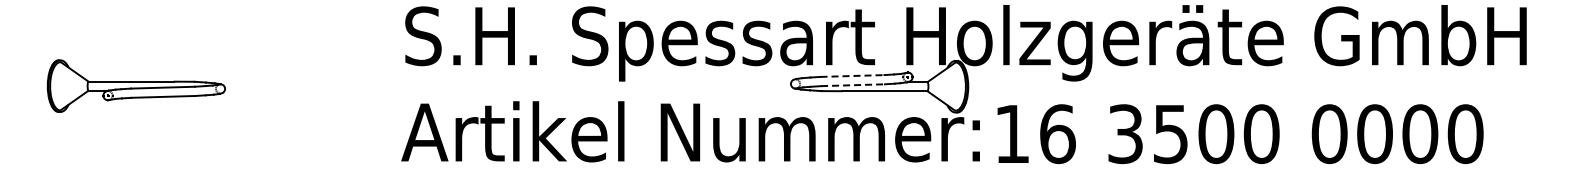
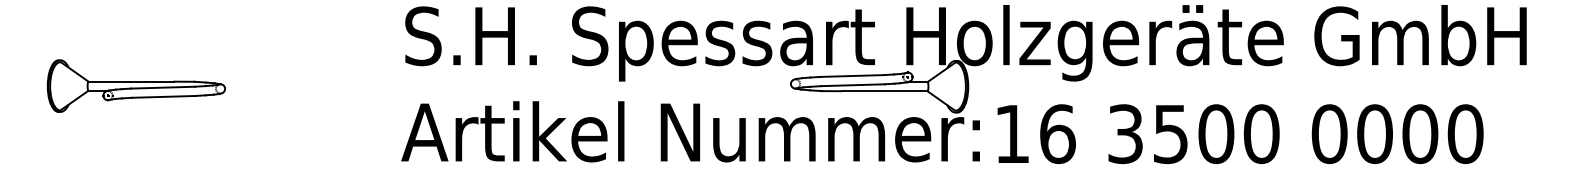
line at (852, 76): dashed -> solid
line at (853, 85): dashed -> solid
